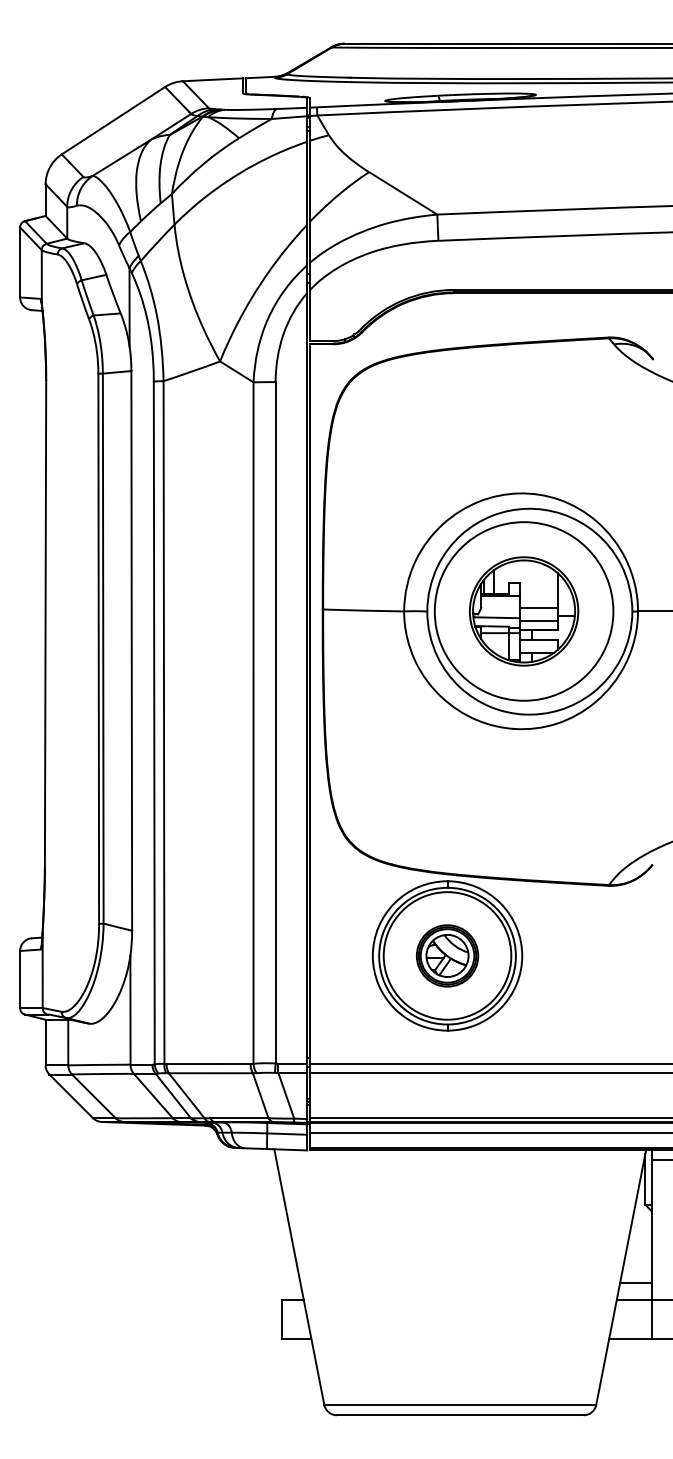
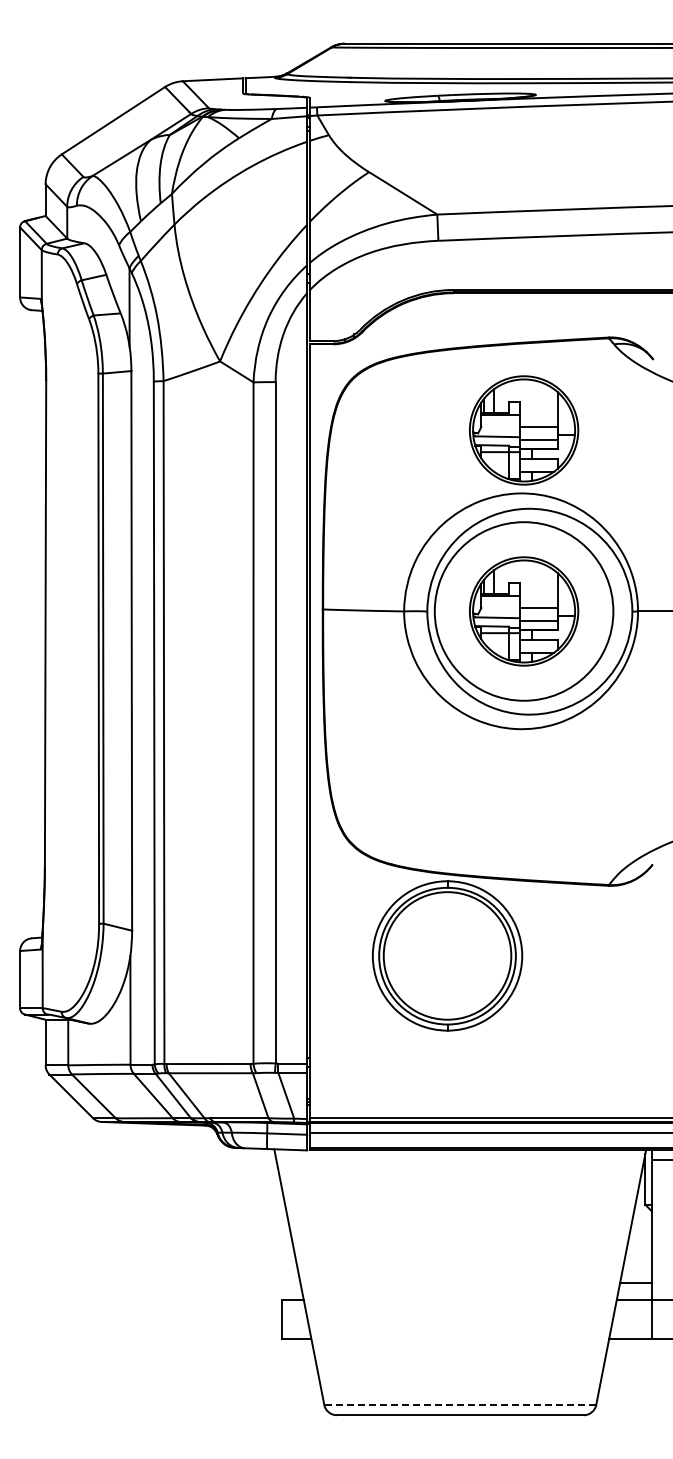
part at (524, 430): none -> present
part at (447, 955): present -> none
line at (489, 1063): present -> none
line at (489, 1072): present -> none
line at (460, 1404): solid -> dashed
